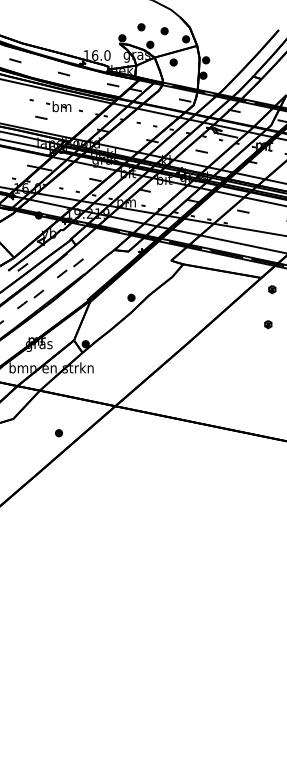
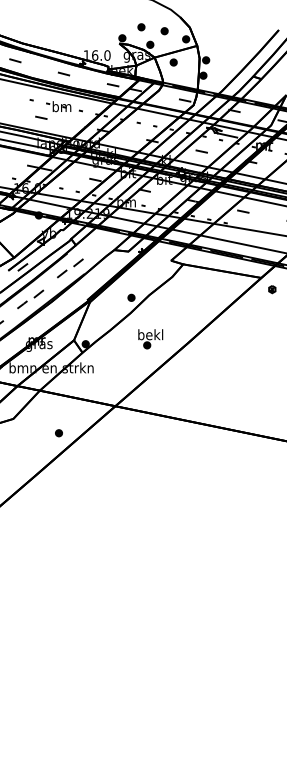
part at (268, 324): present -> none
part at (150, 339): none -> present
